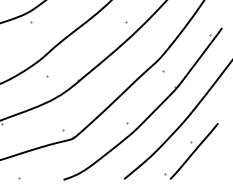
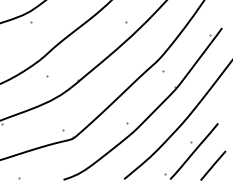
line at (213, 165): none -> present
